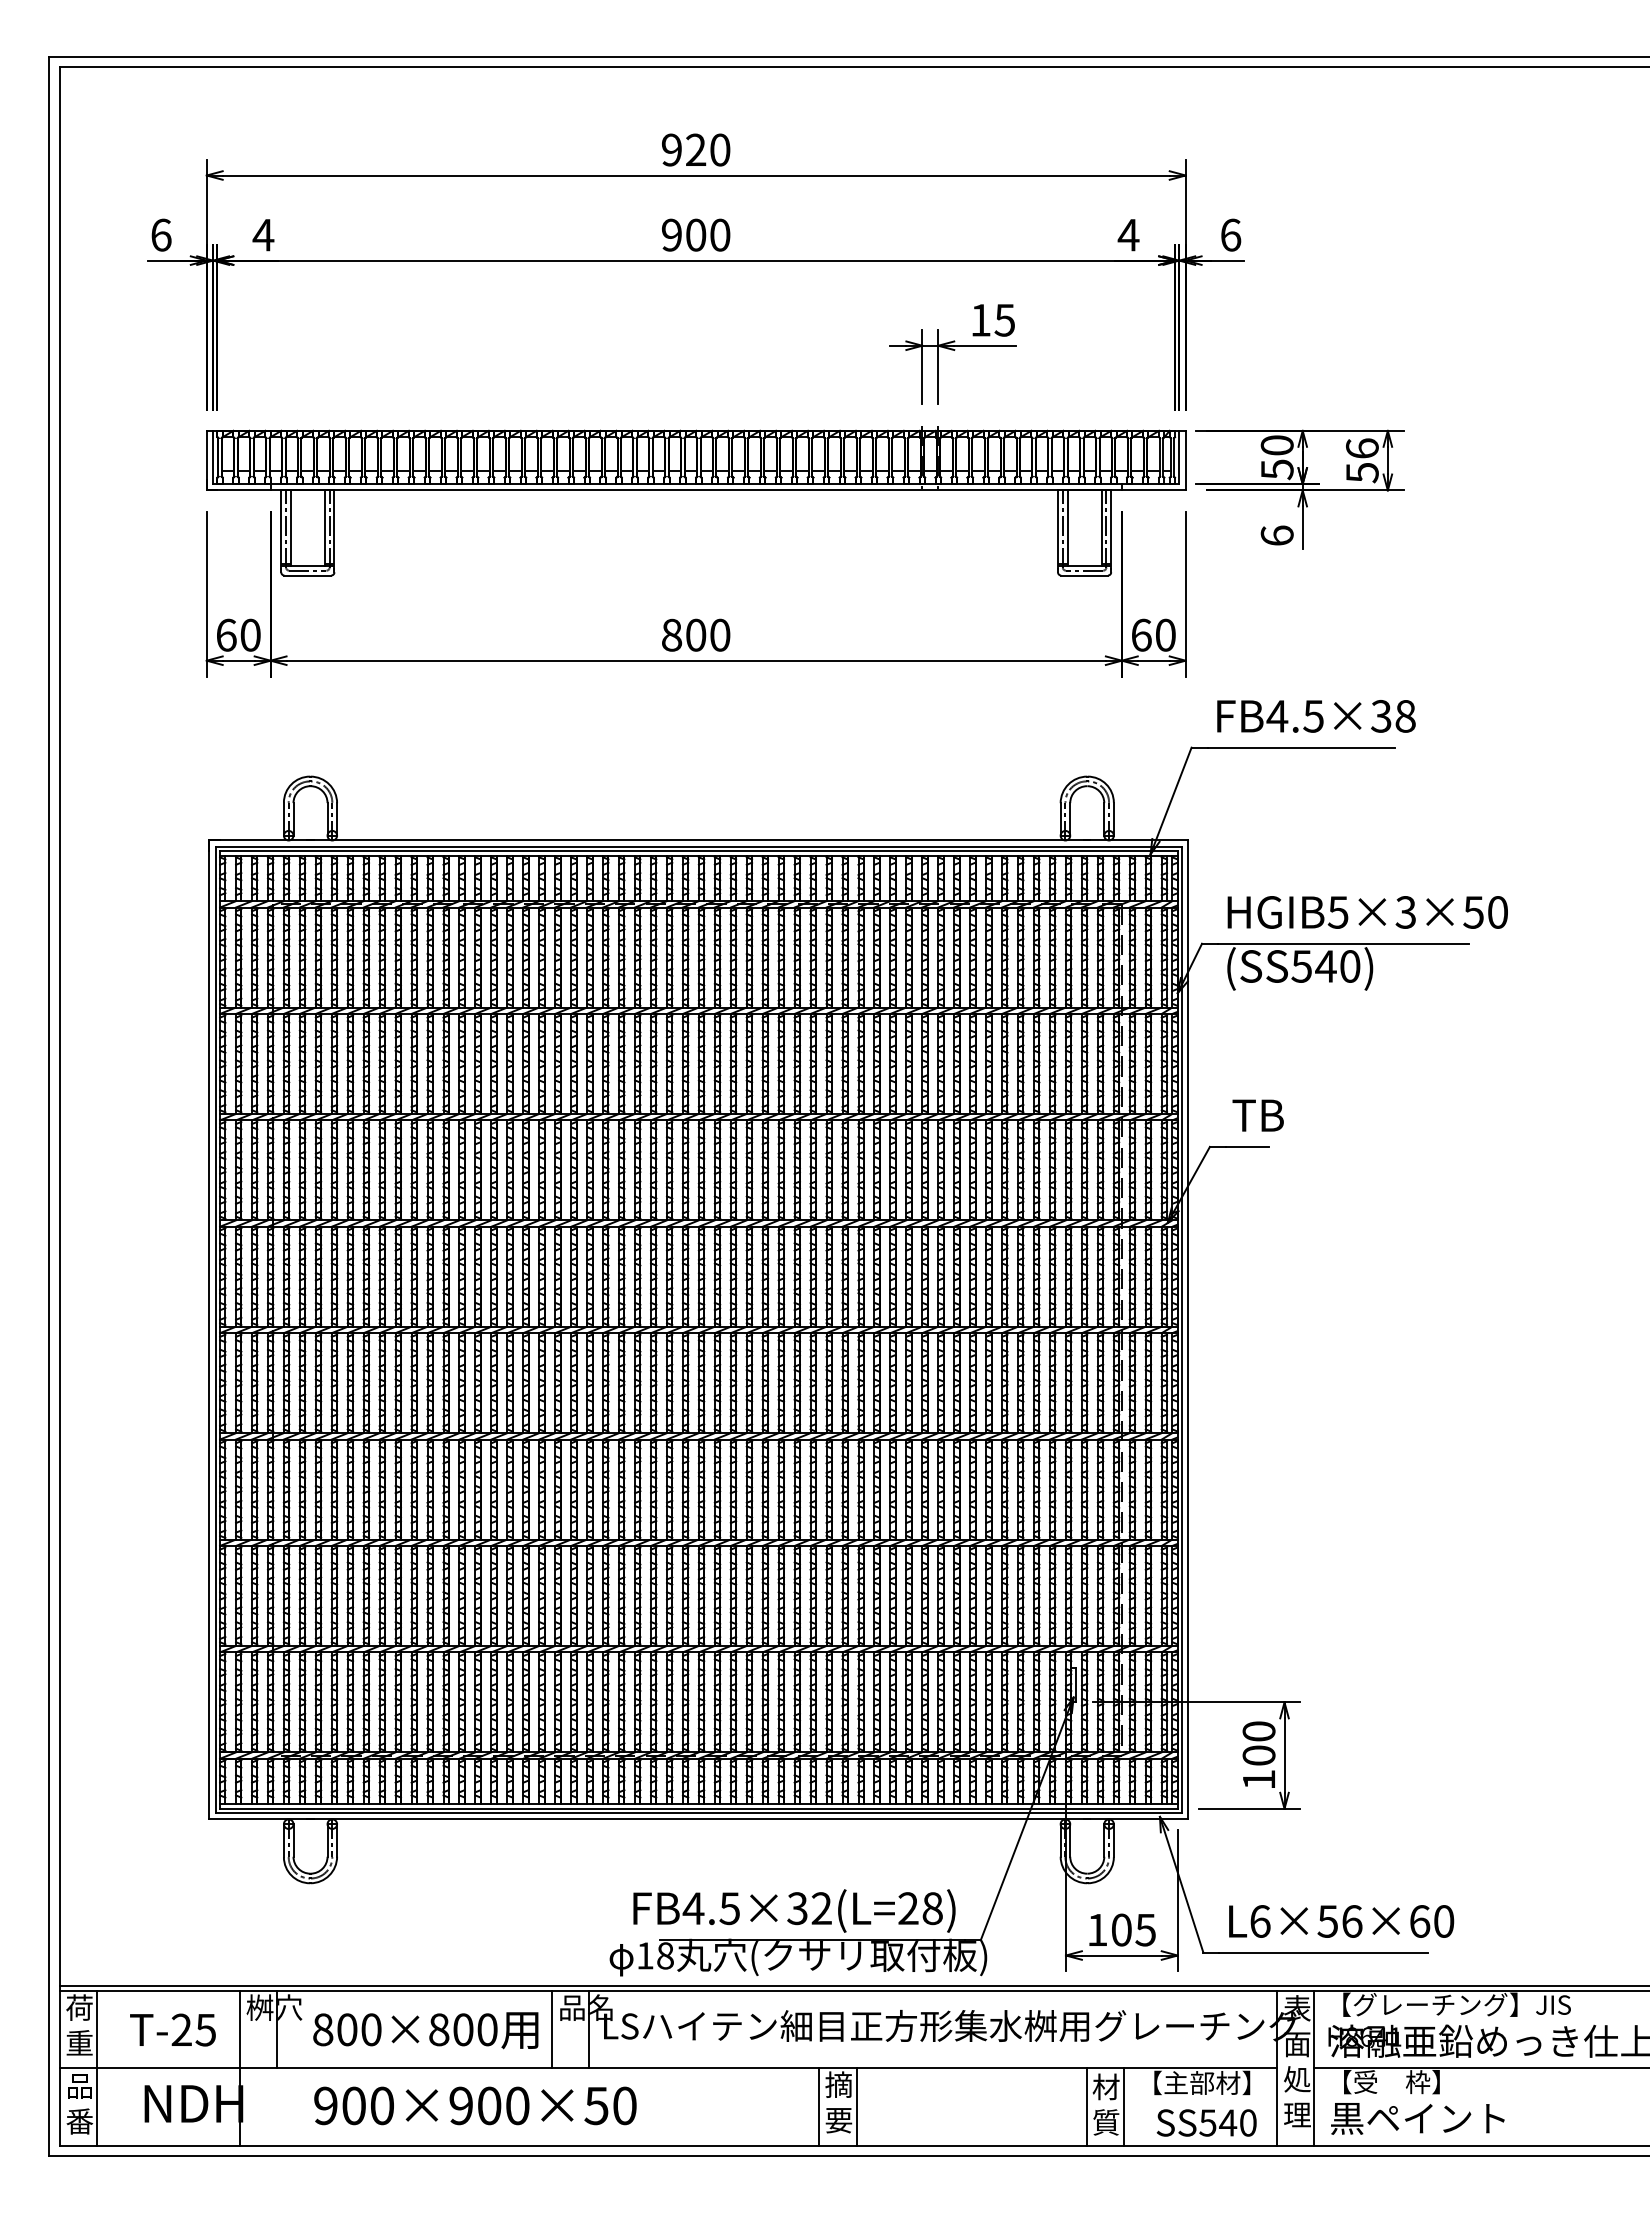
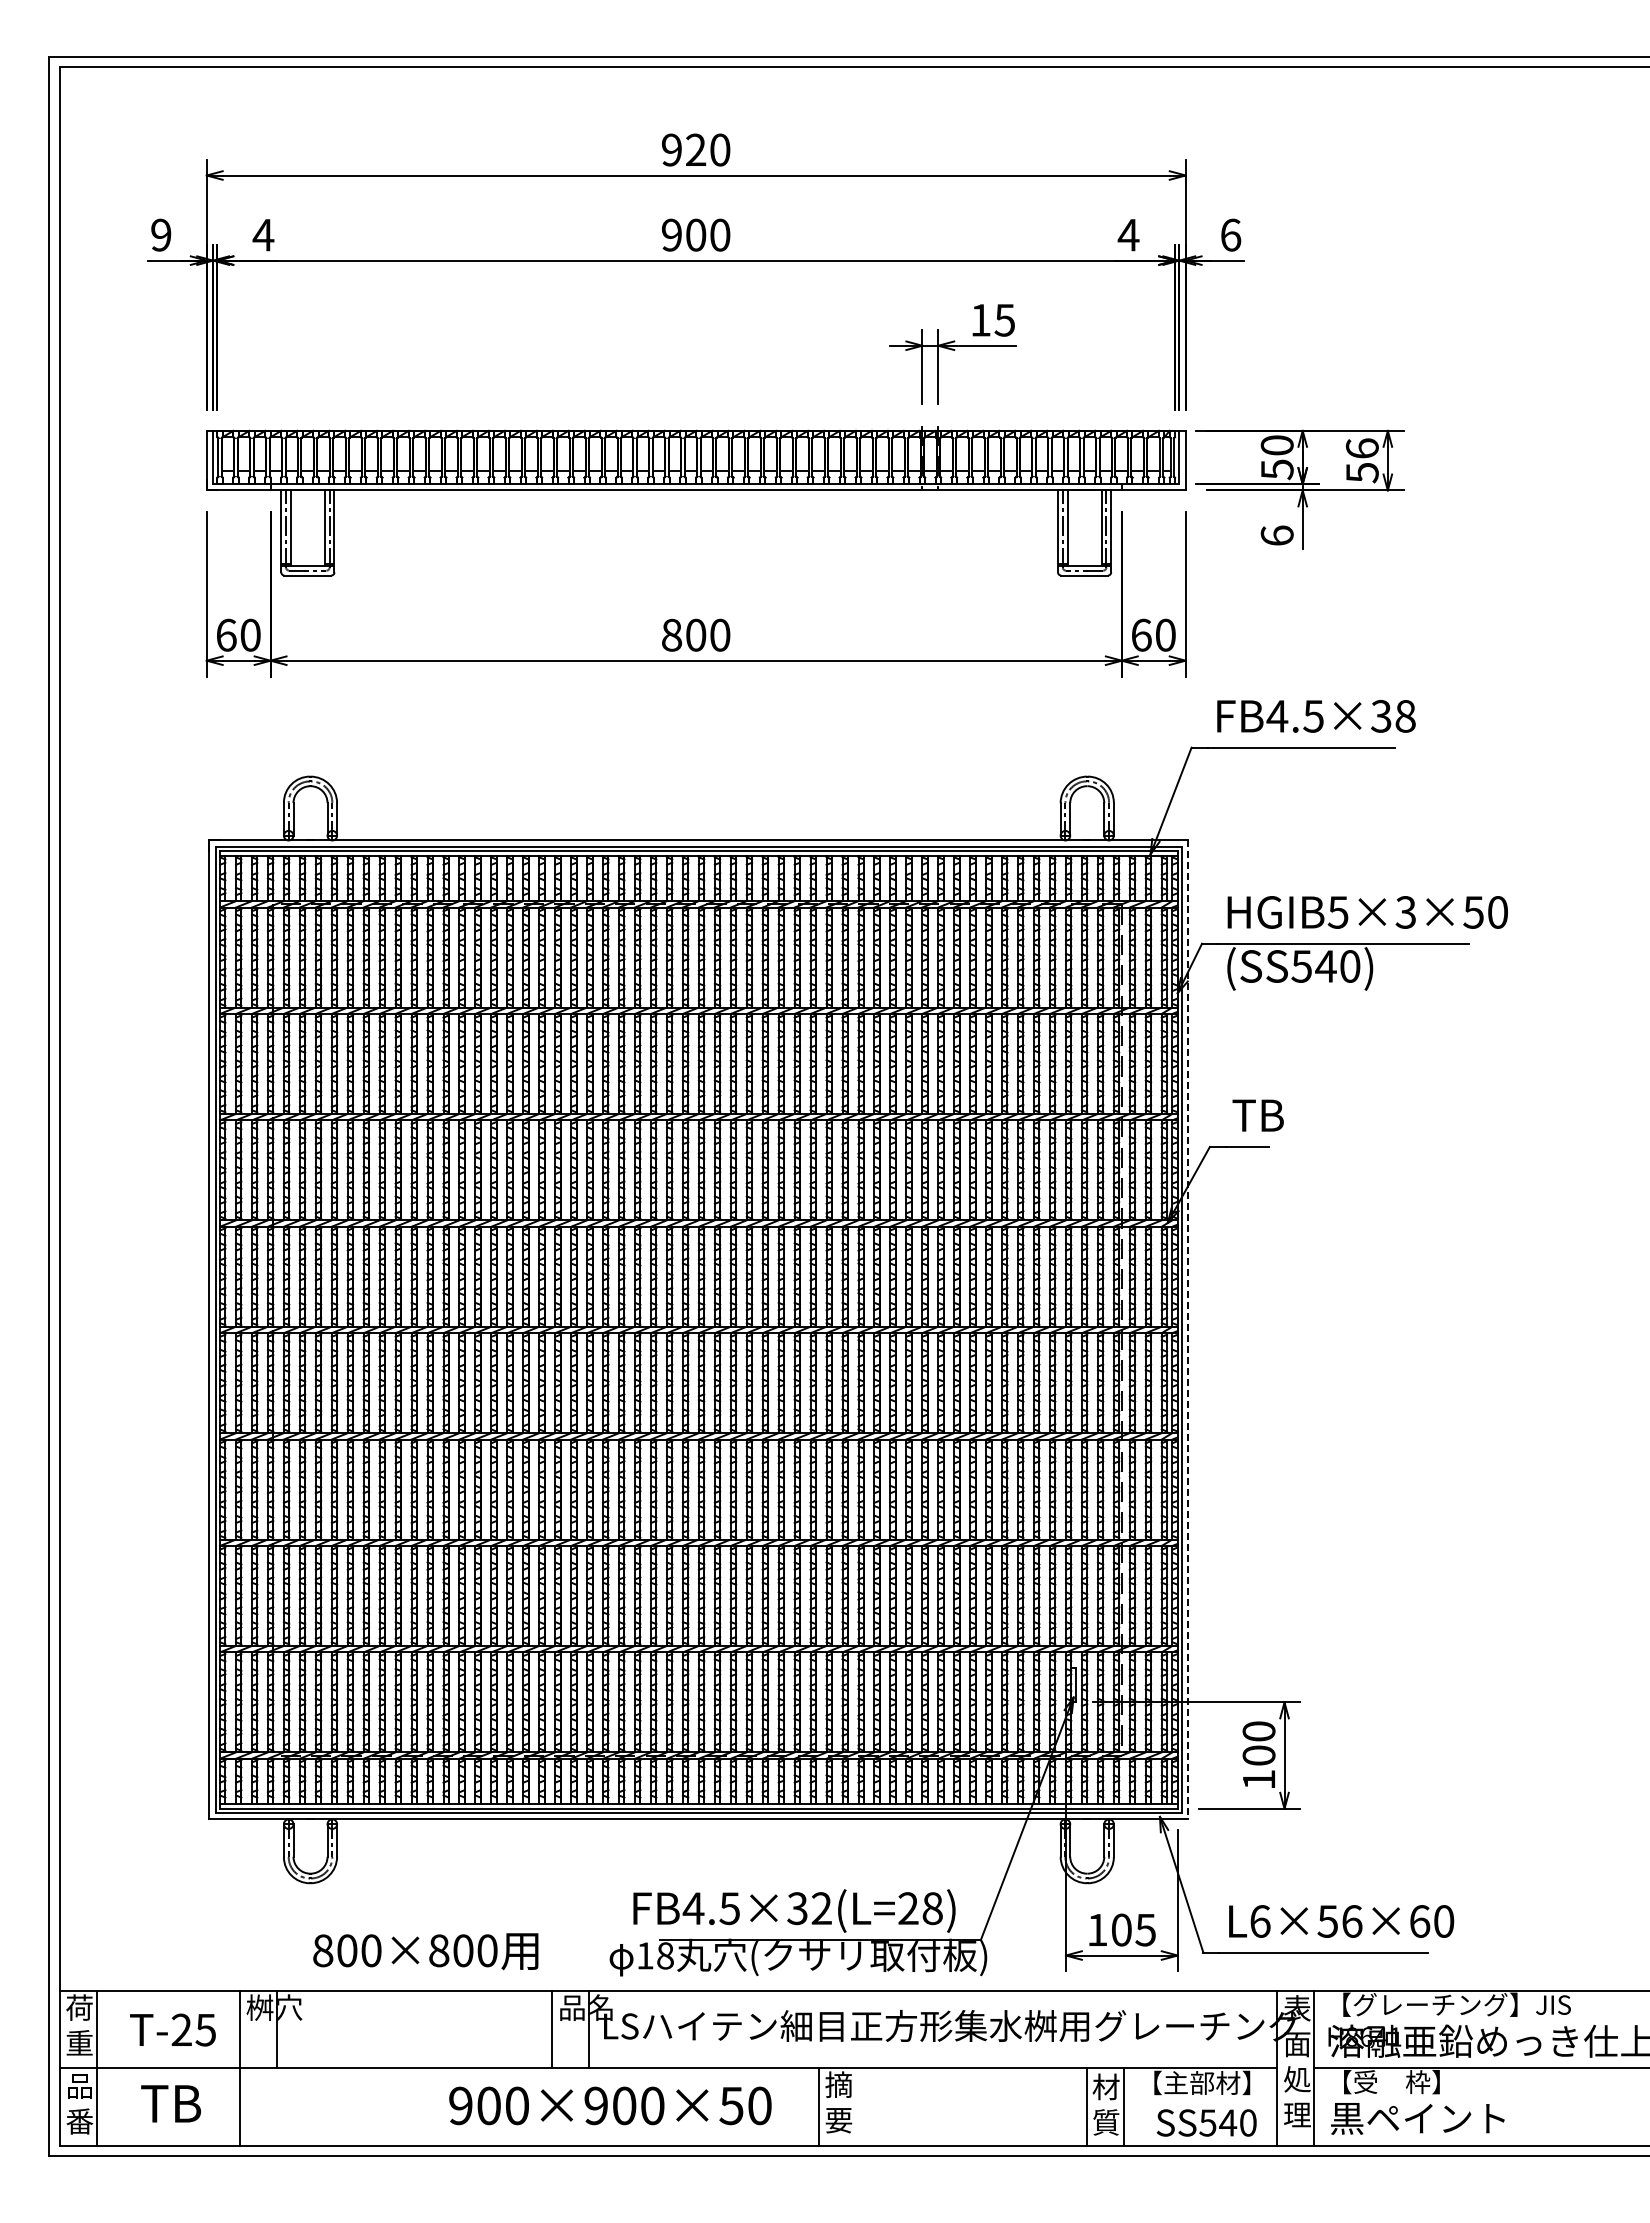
text at (161, 234): 6 -> 9
line at (1188, 1330): solid -> dashed
line at (852, 1985): present -> none
text at (425, 2030) position: (425, 2030) -> (425, 1951)
text at (192, 2103): NDH -> TB
text at (475, 2105) position: (475, 2105) -> (610, 2105)
line at (856, 2106): present -> none
